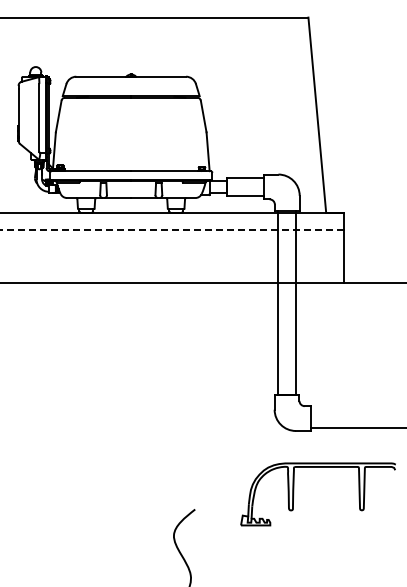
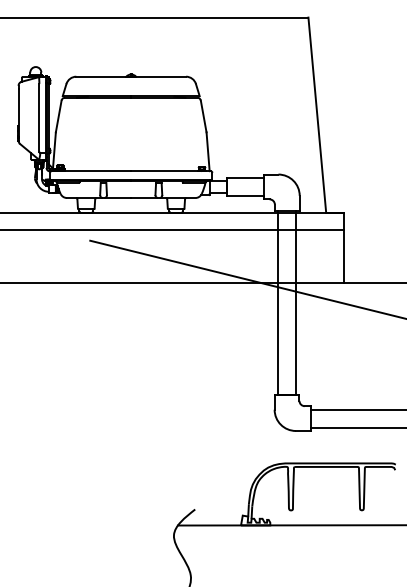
line at (172, 230): dashed -> solid
line at (246, 279): none -> present
line at (357, 410): none -> present
line at (290, 525): none -> present
